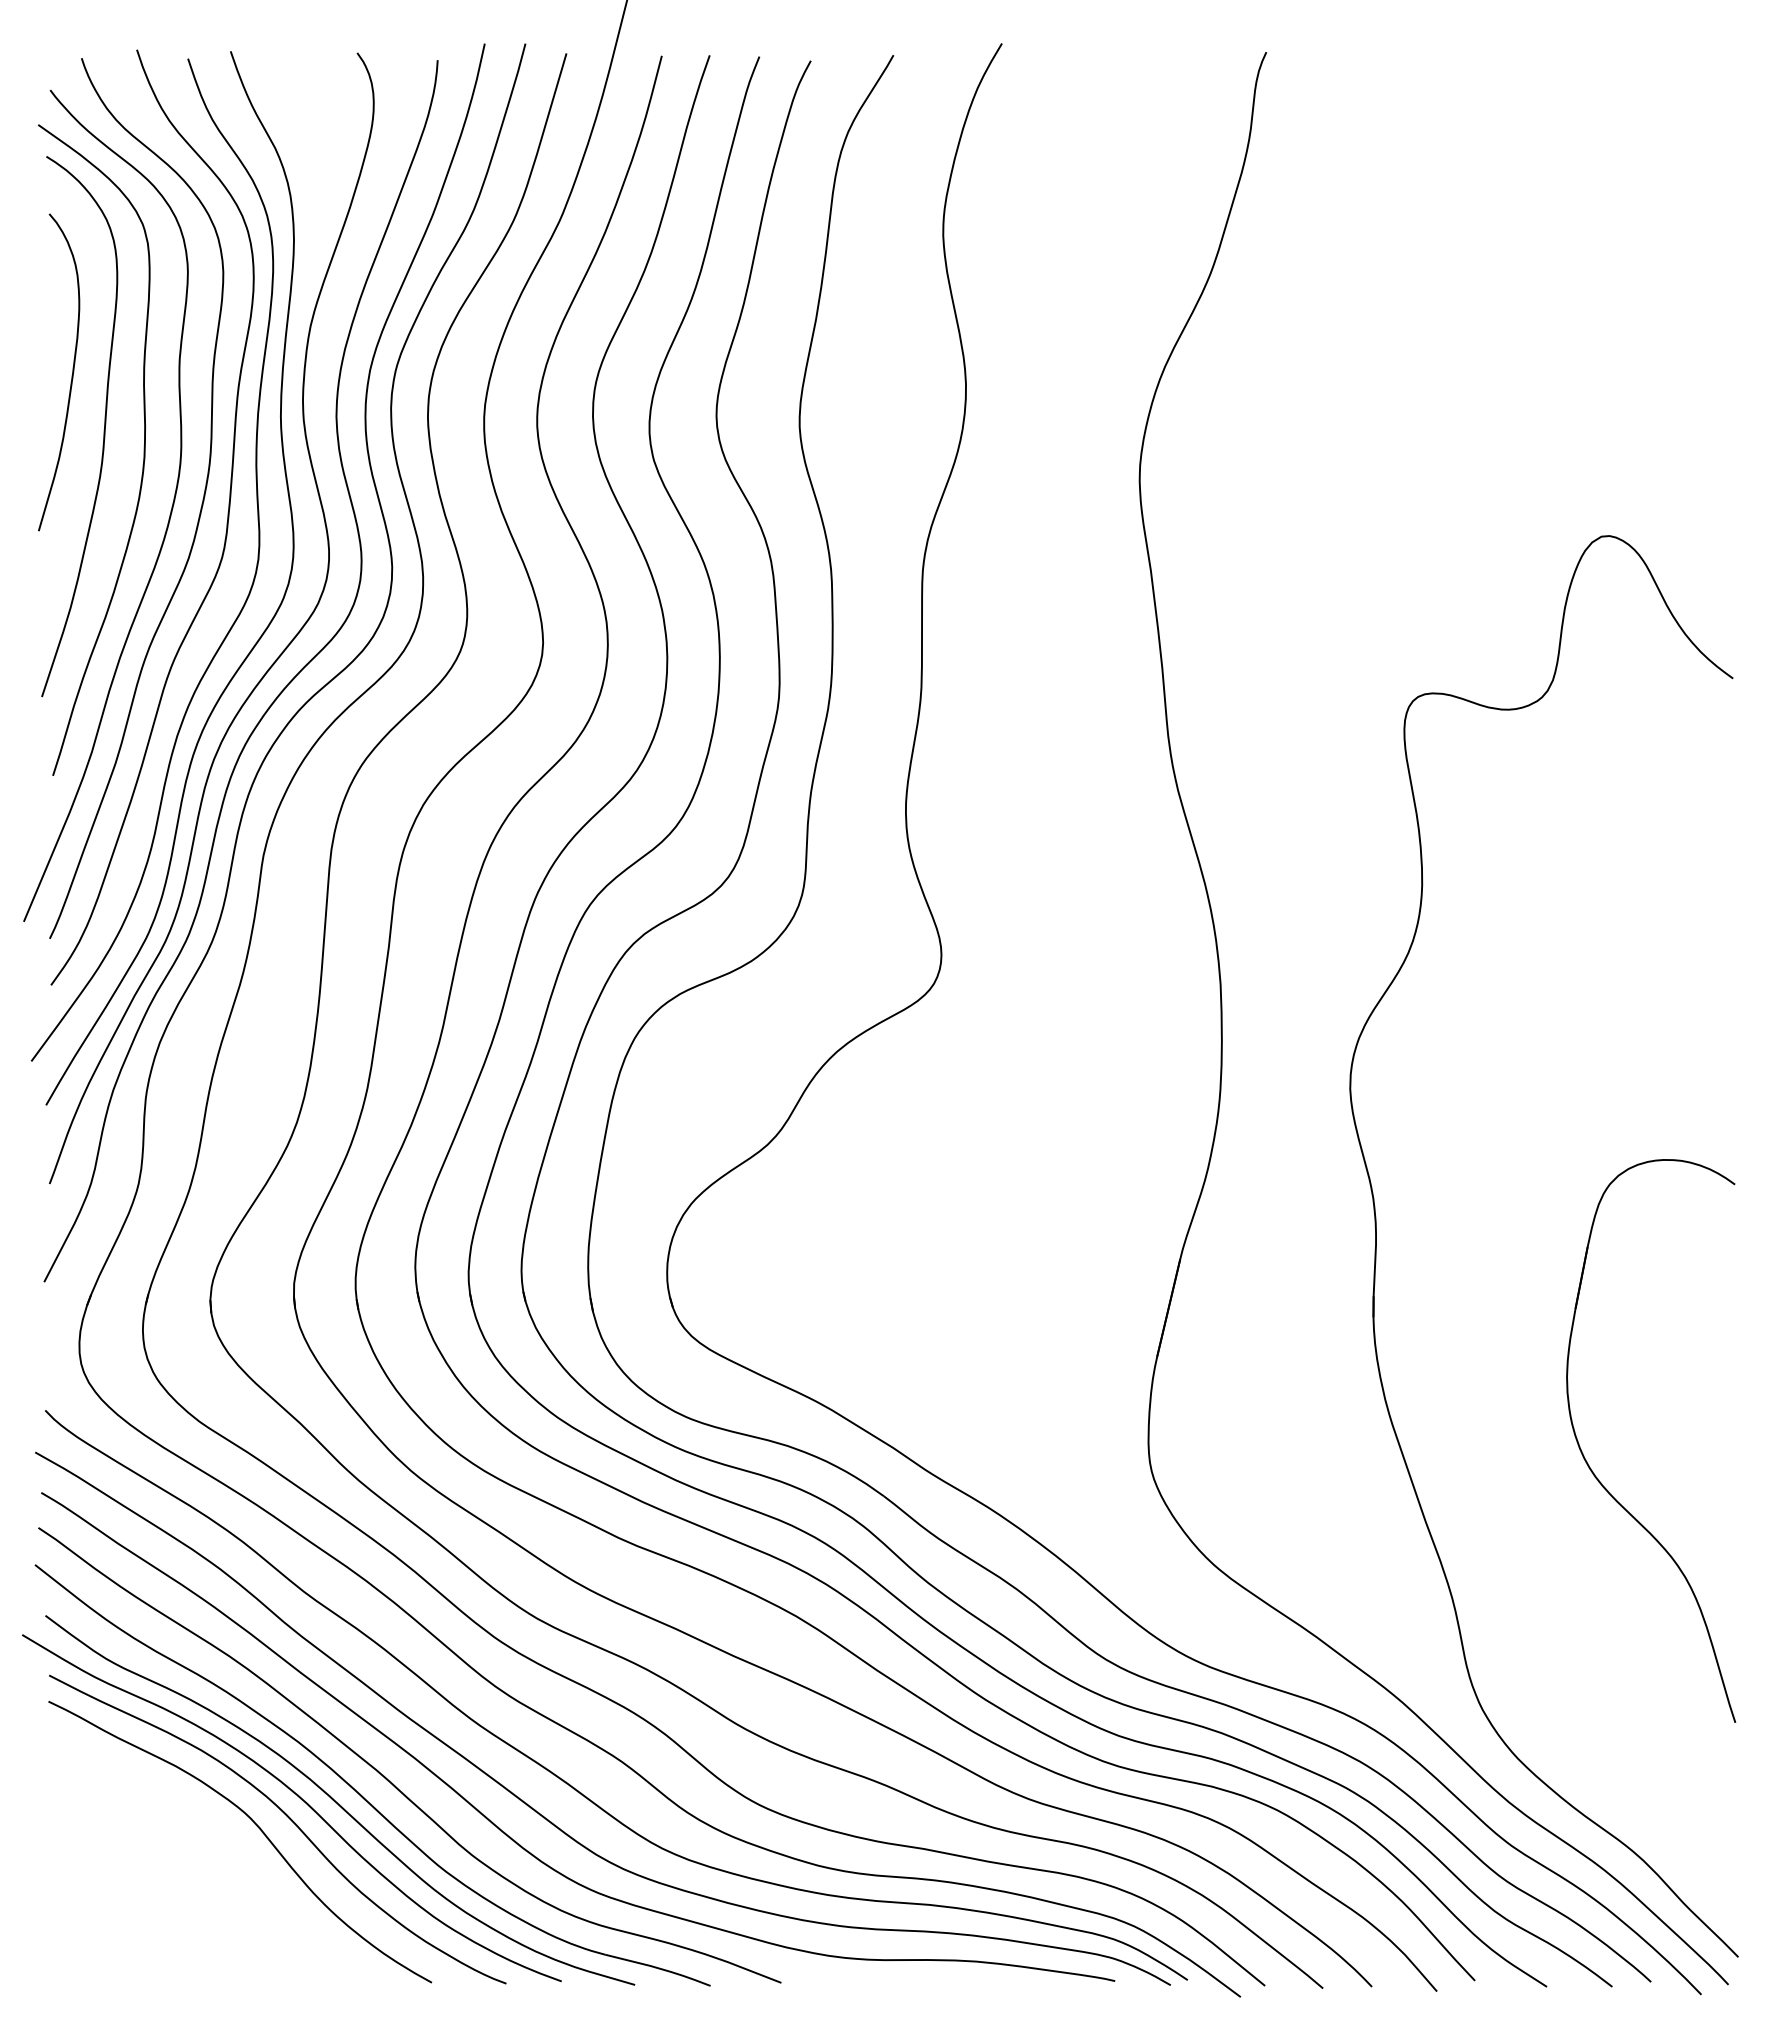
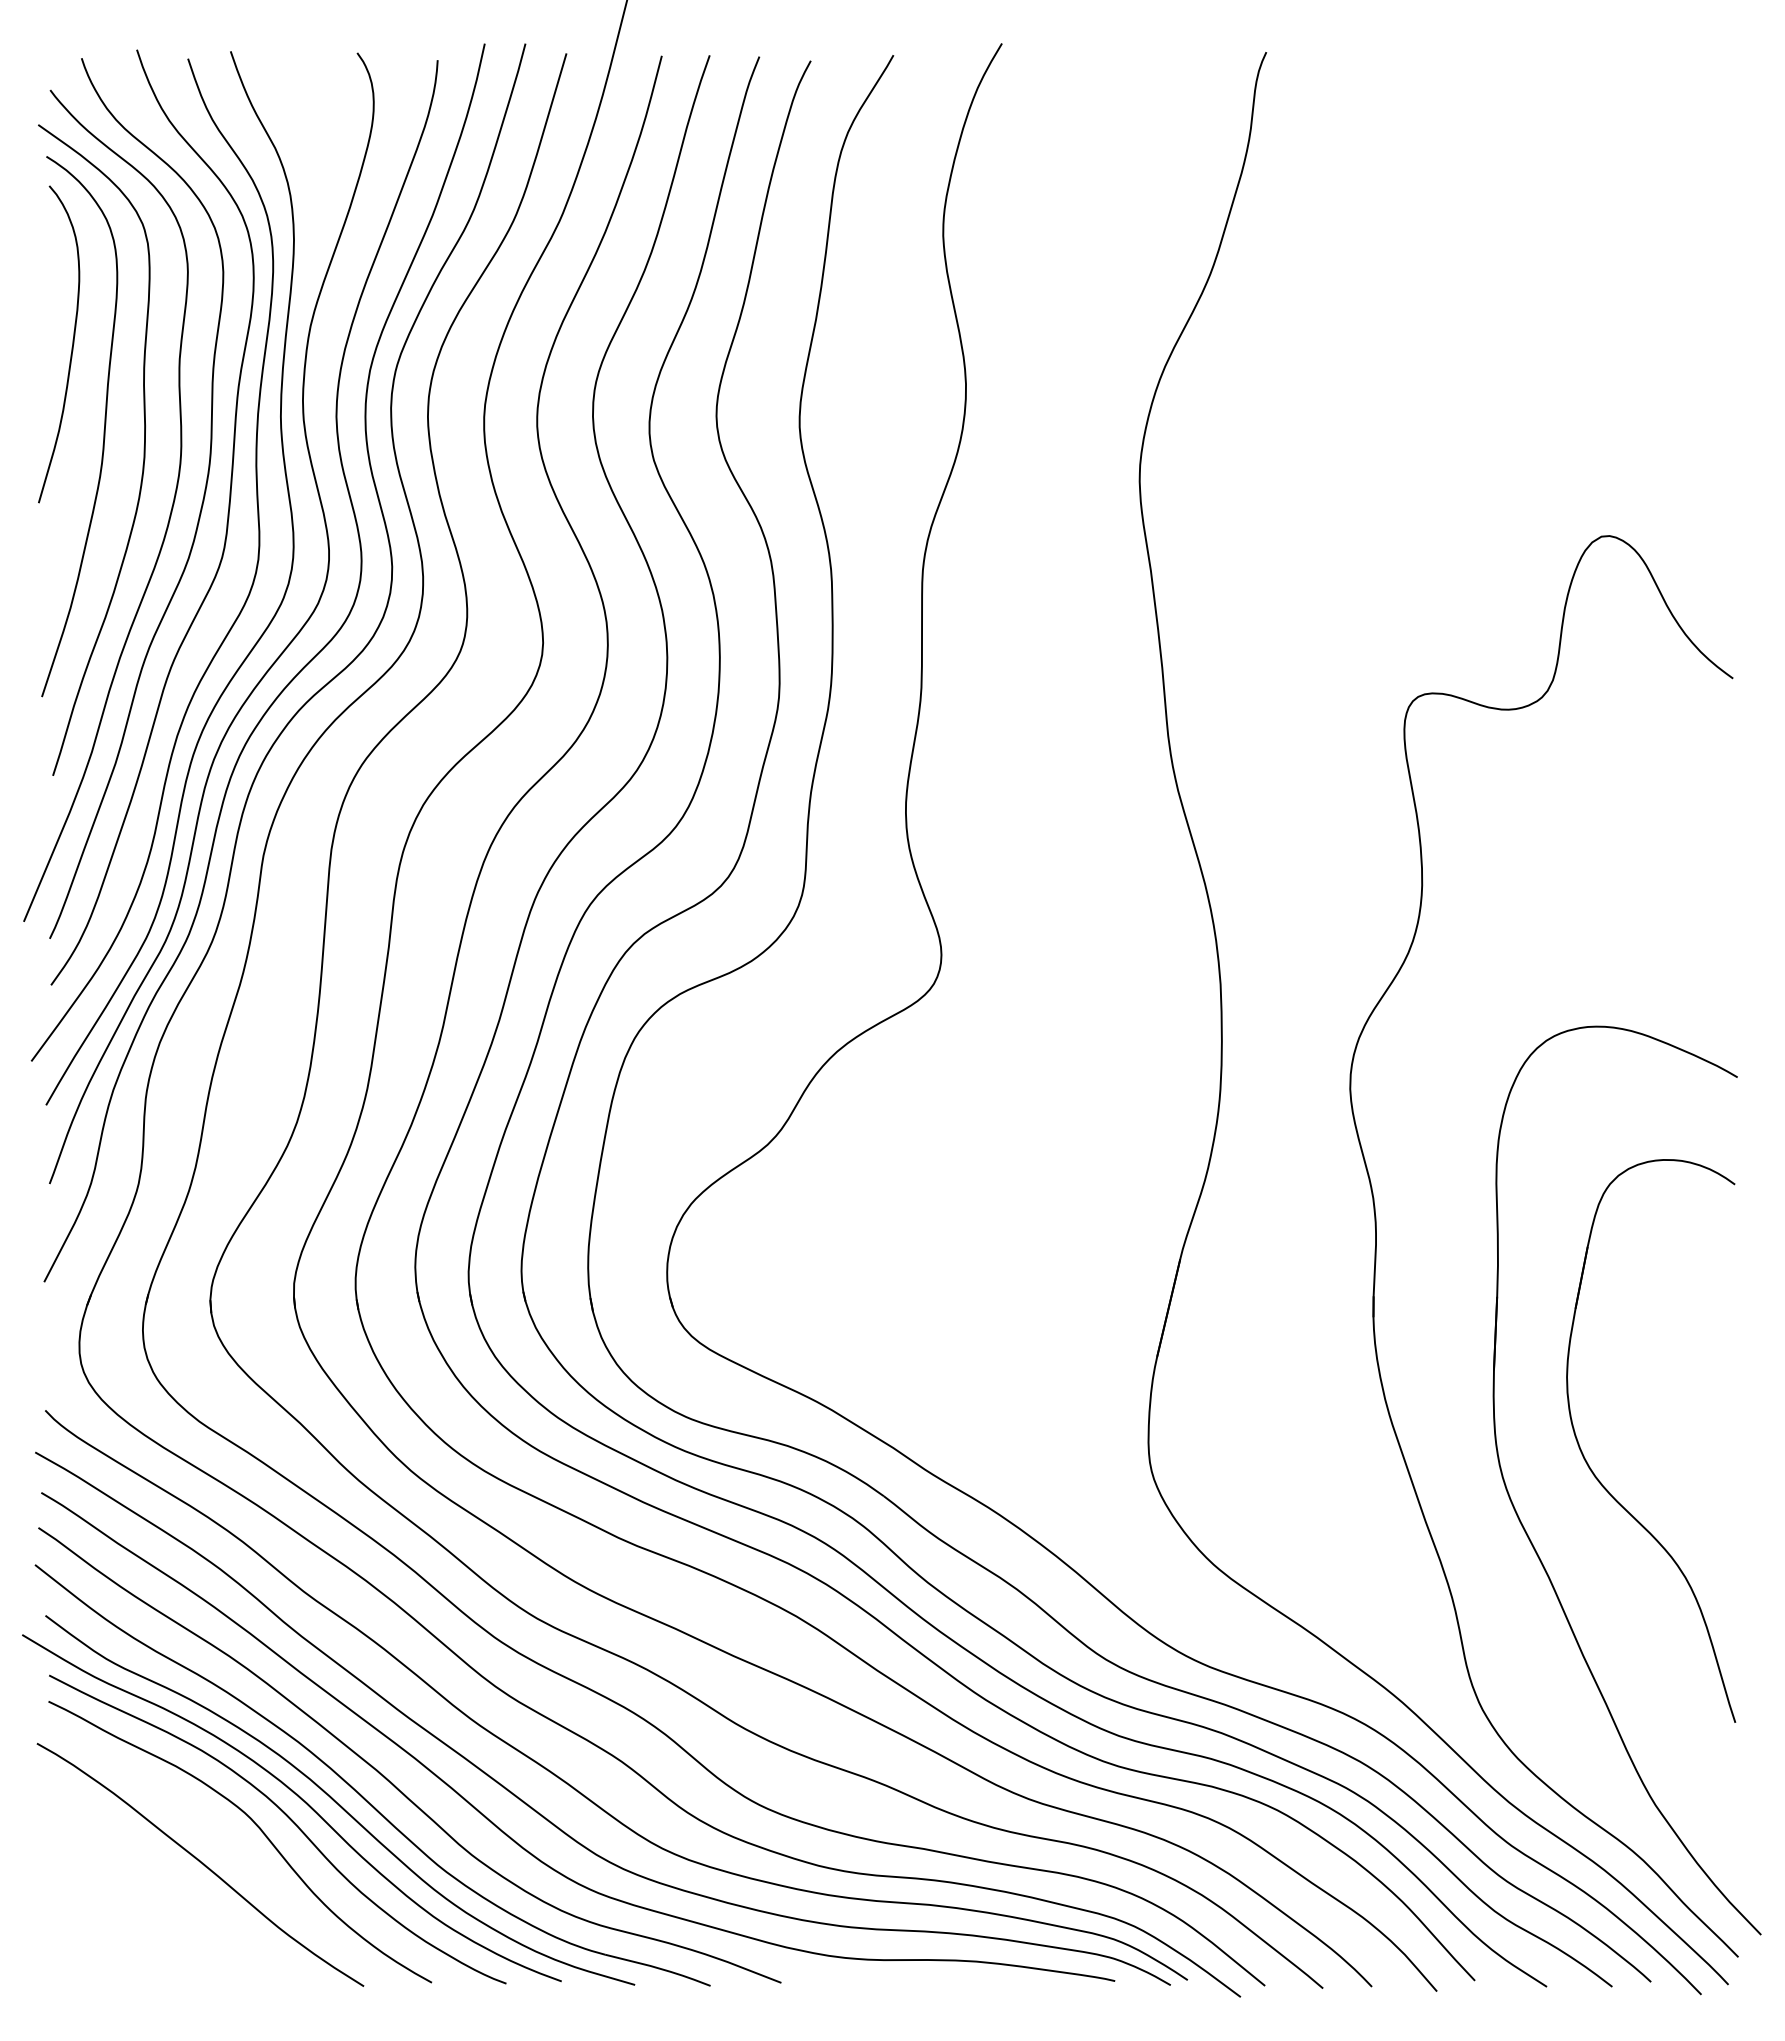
curve at (71, 375) position: (71, 375) -> (71, 347)
part at (1529, 1536): none -> present
curve at (201, 1863): none -> present
